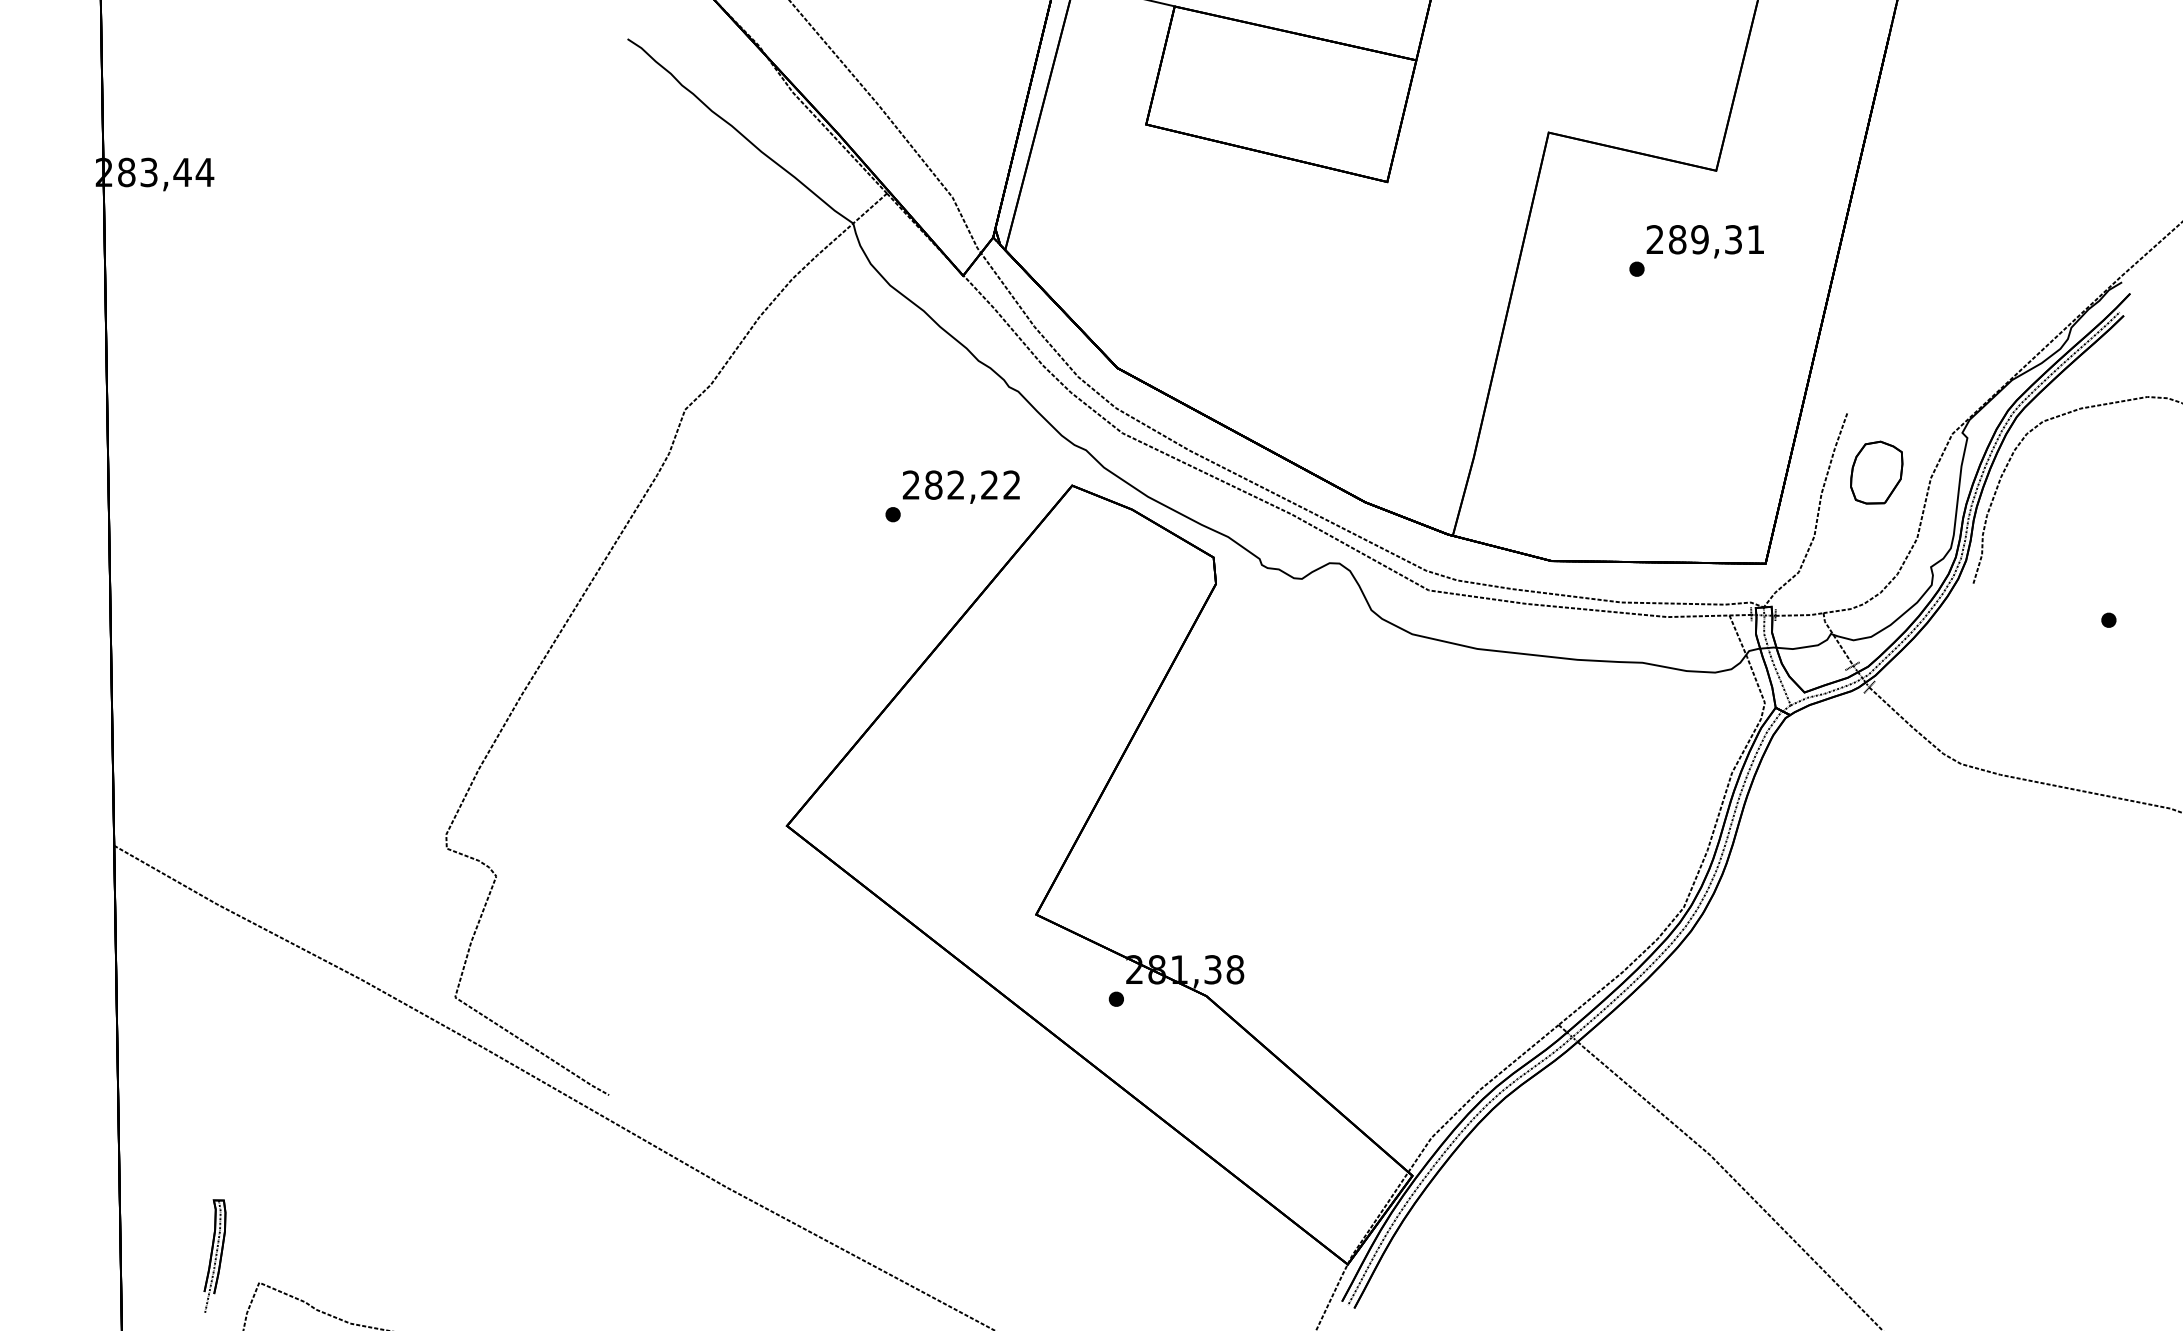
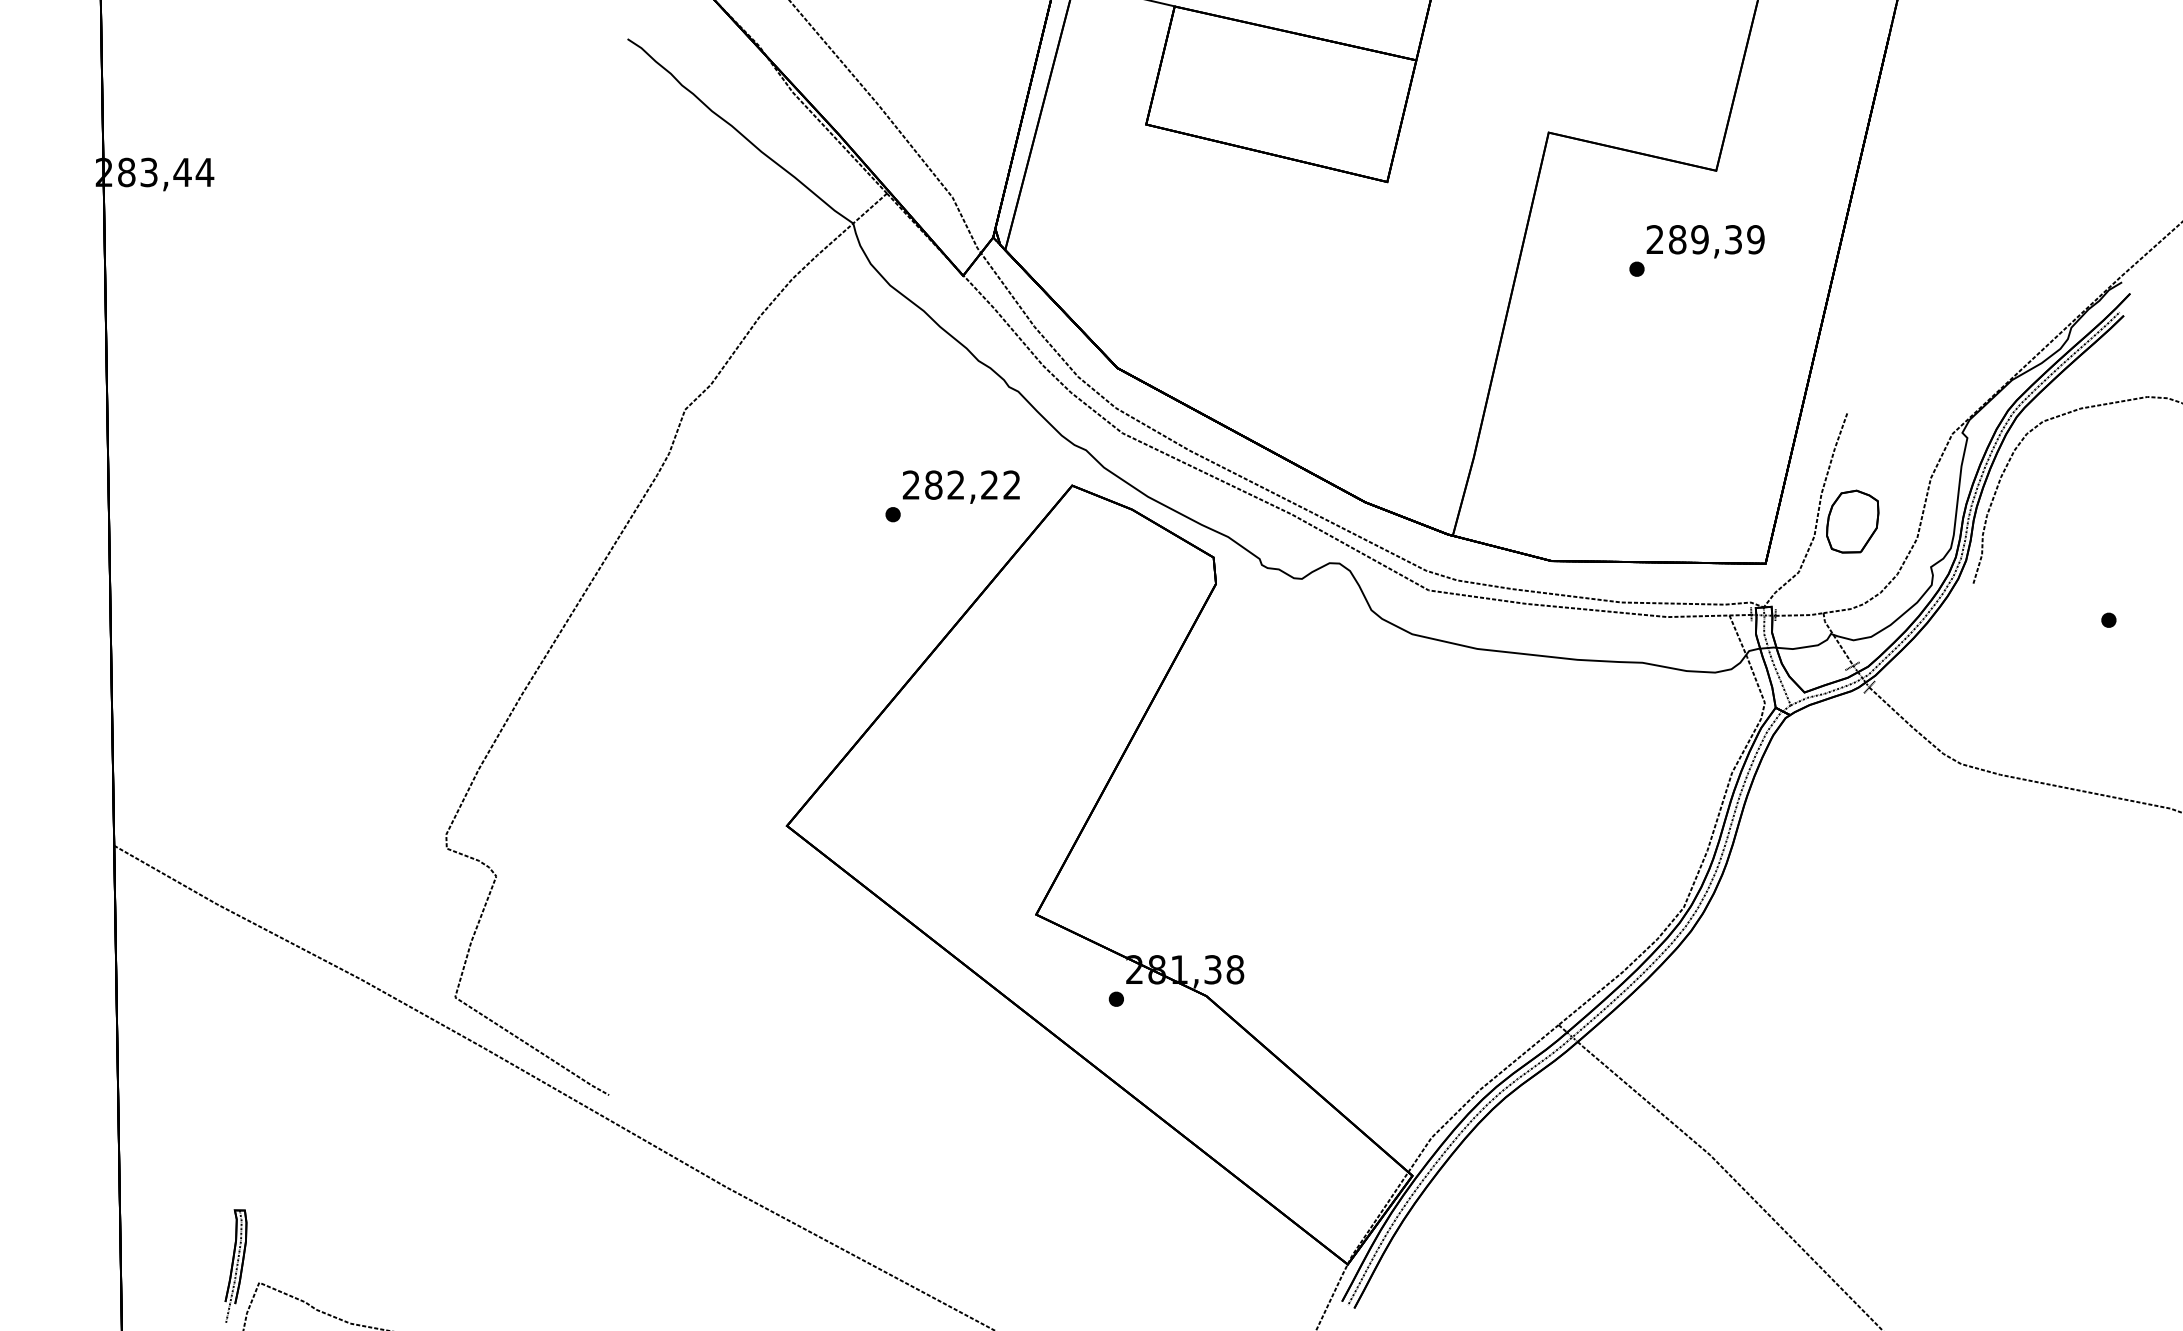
text at (1755, 239): 289,31 -> 289,39
part at (1876, 472) position: (1876, 472) -> (1852, 521)
part at (214, 1255) position: (214, 1255) -> (235, 1265)
